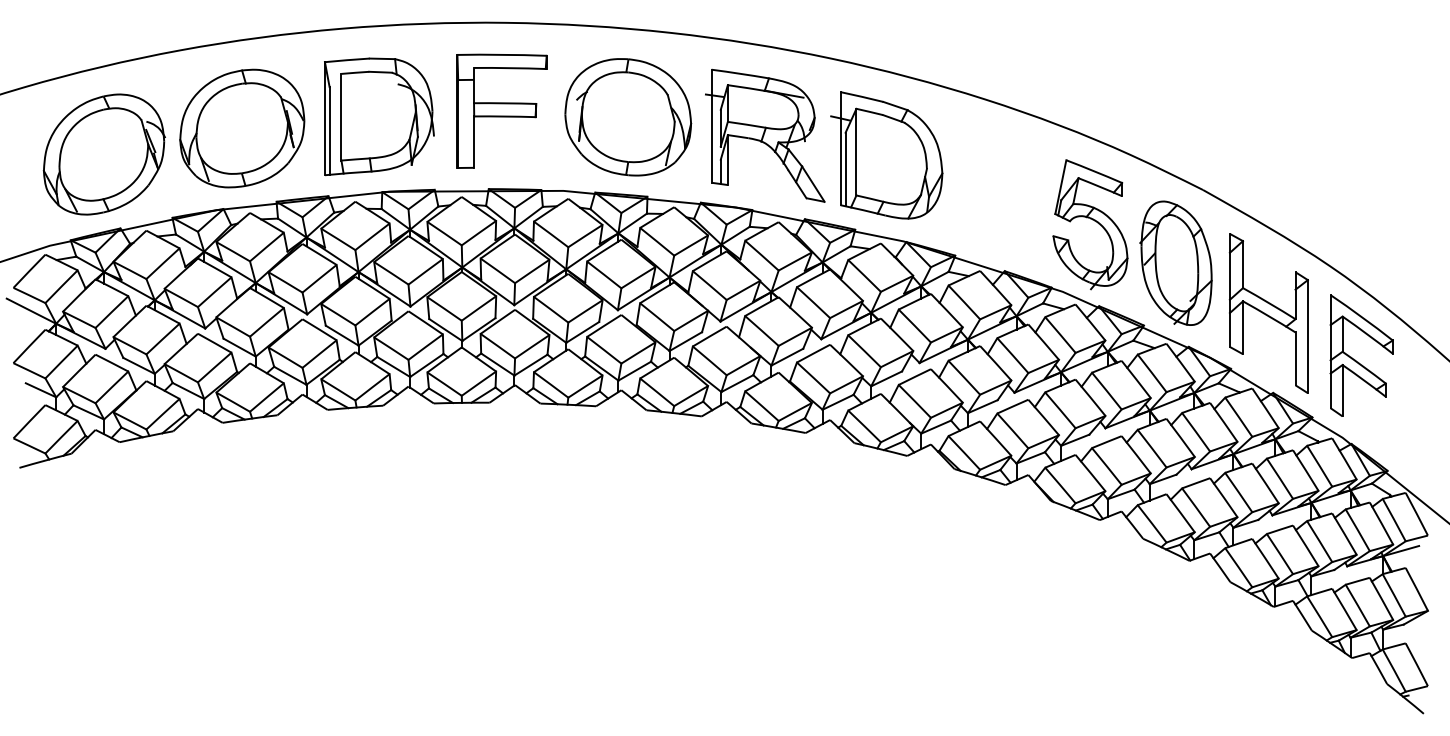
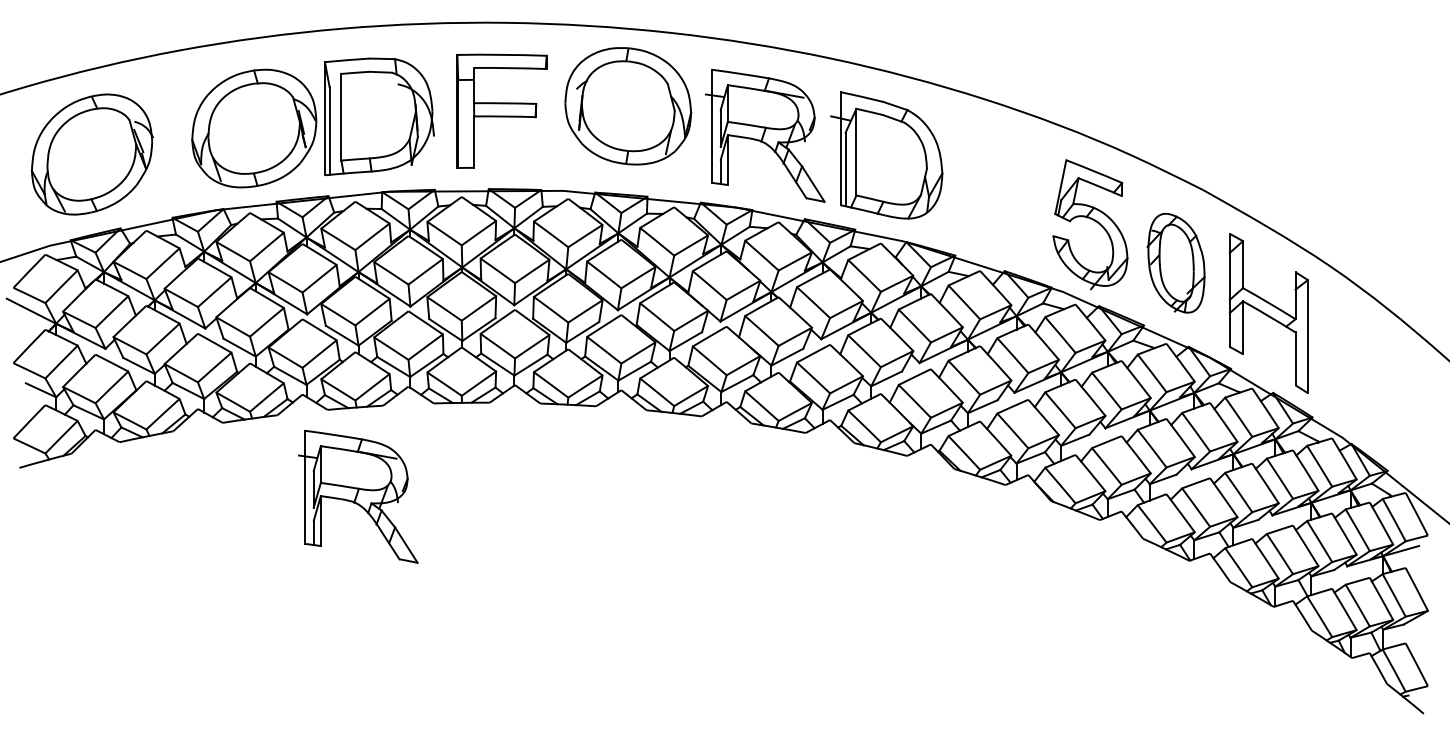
part at (628, 117) position: (628, 117) -> (628, 106)
part at (242, 128) position: (242, 128) -> (254, 128)
part at (103, 154) position: (103, 154) -> (91, 154)
part at (1175, 262) size: 74x126 px -> 60x102 px
part at (1356, 360): present -> none
part at (358, 496): none -> present
